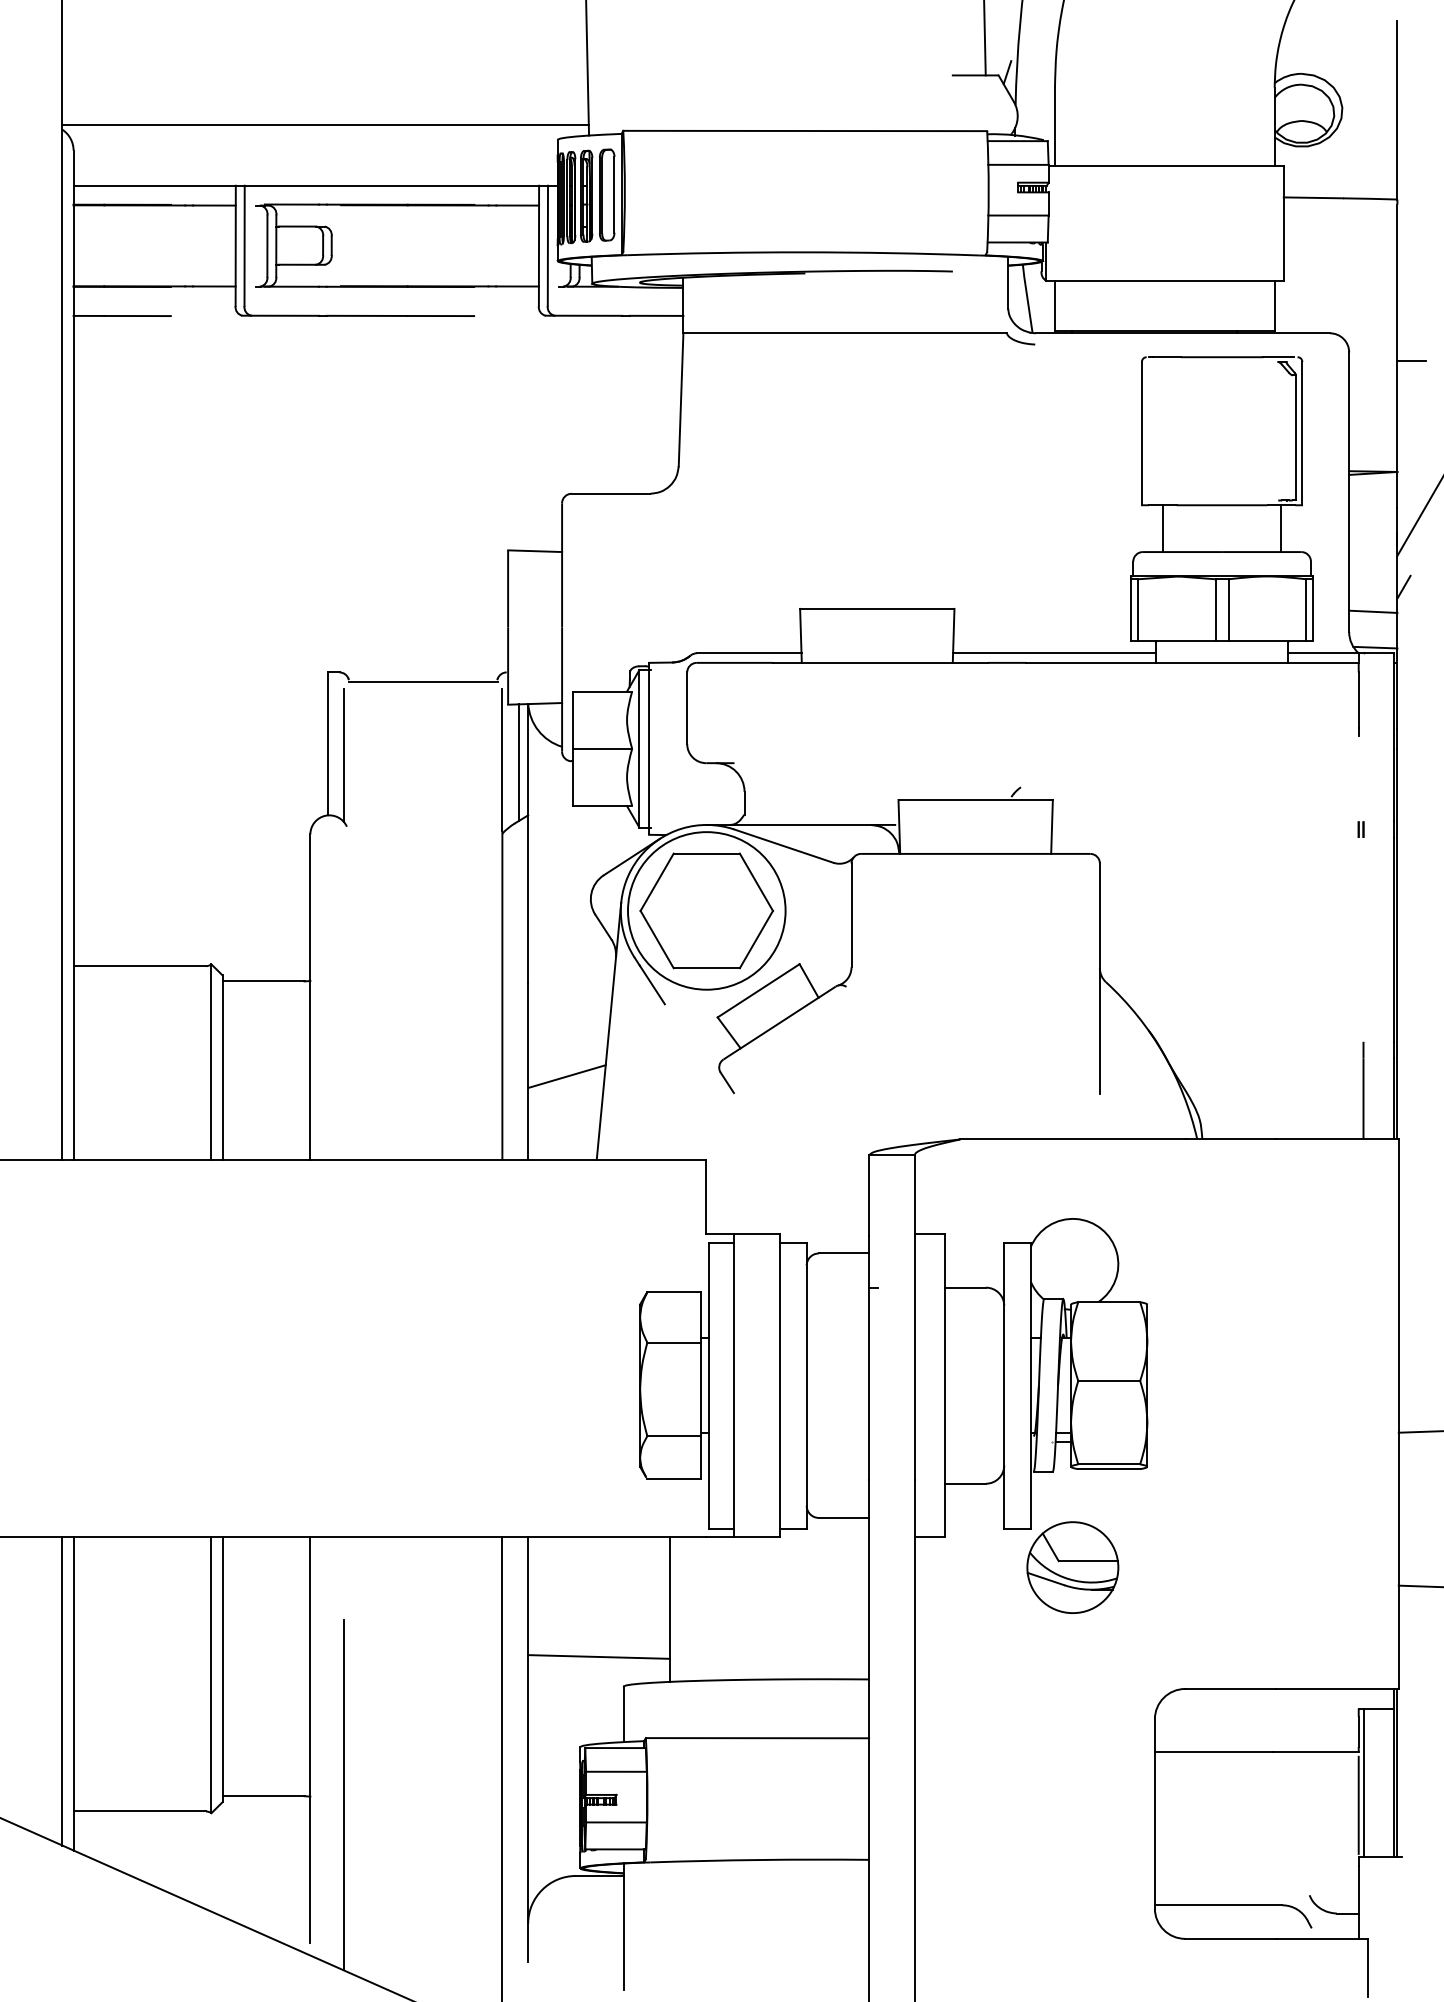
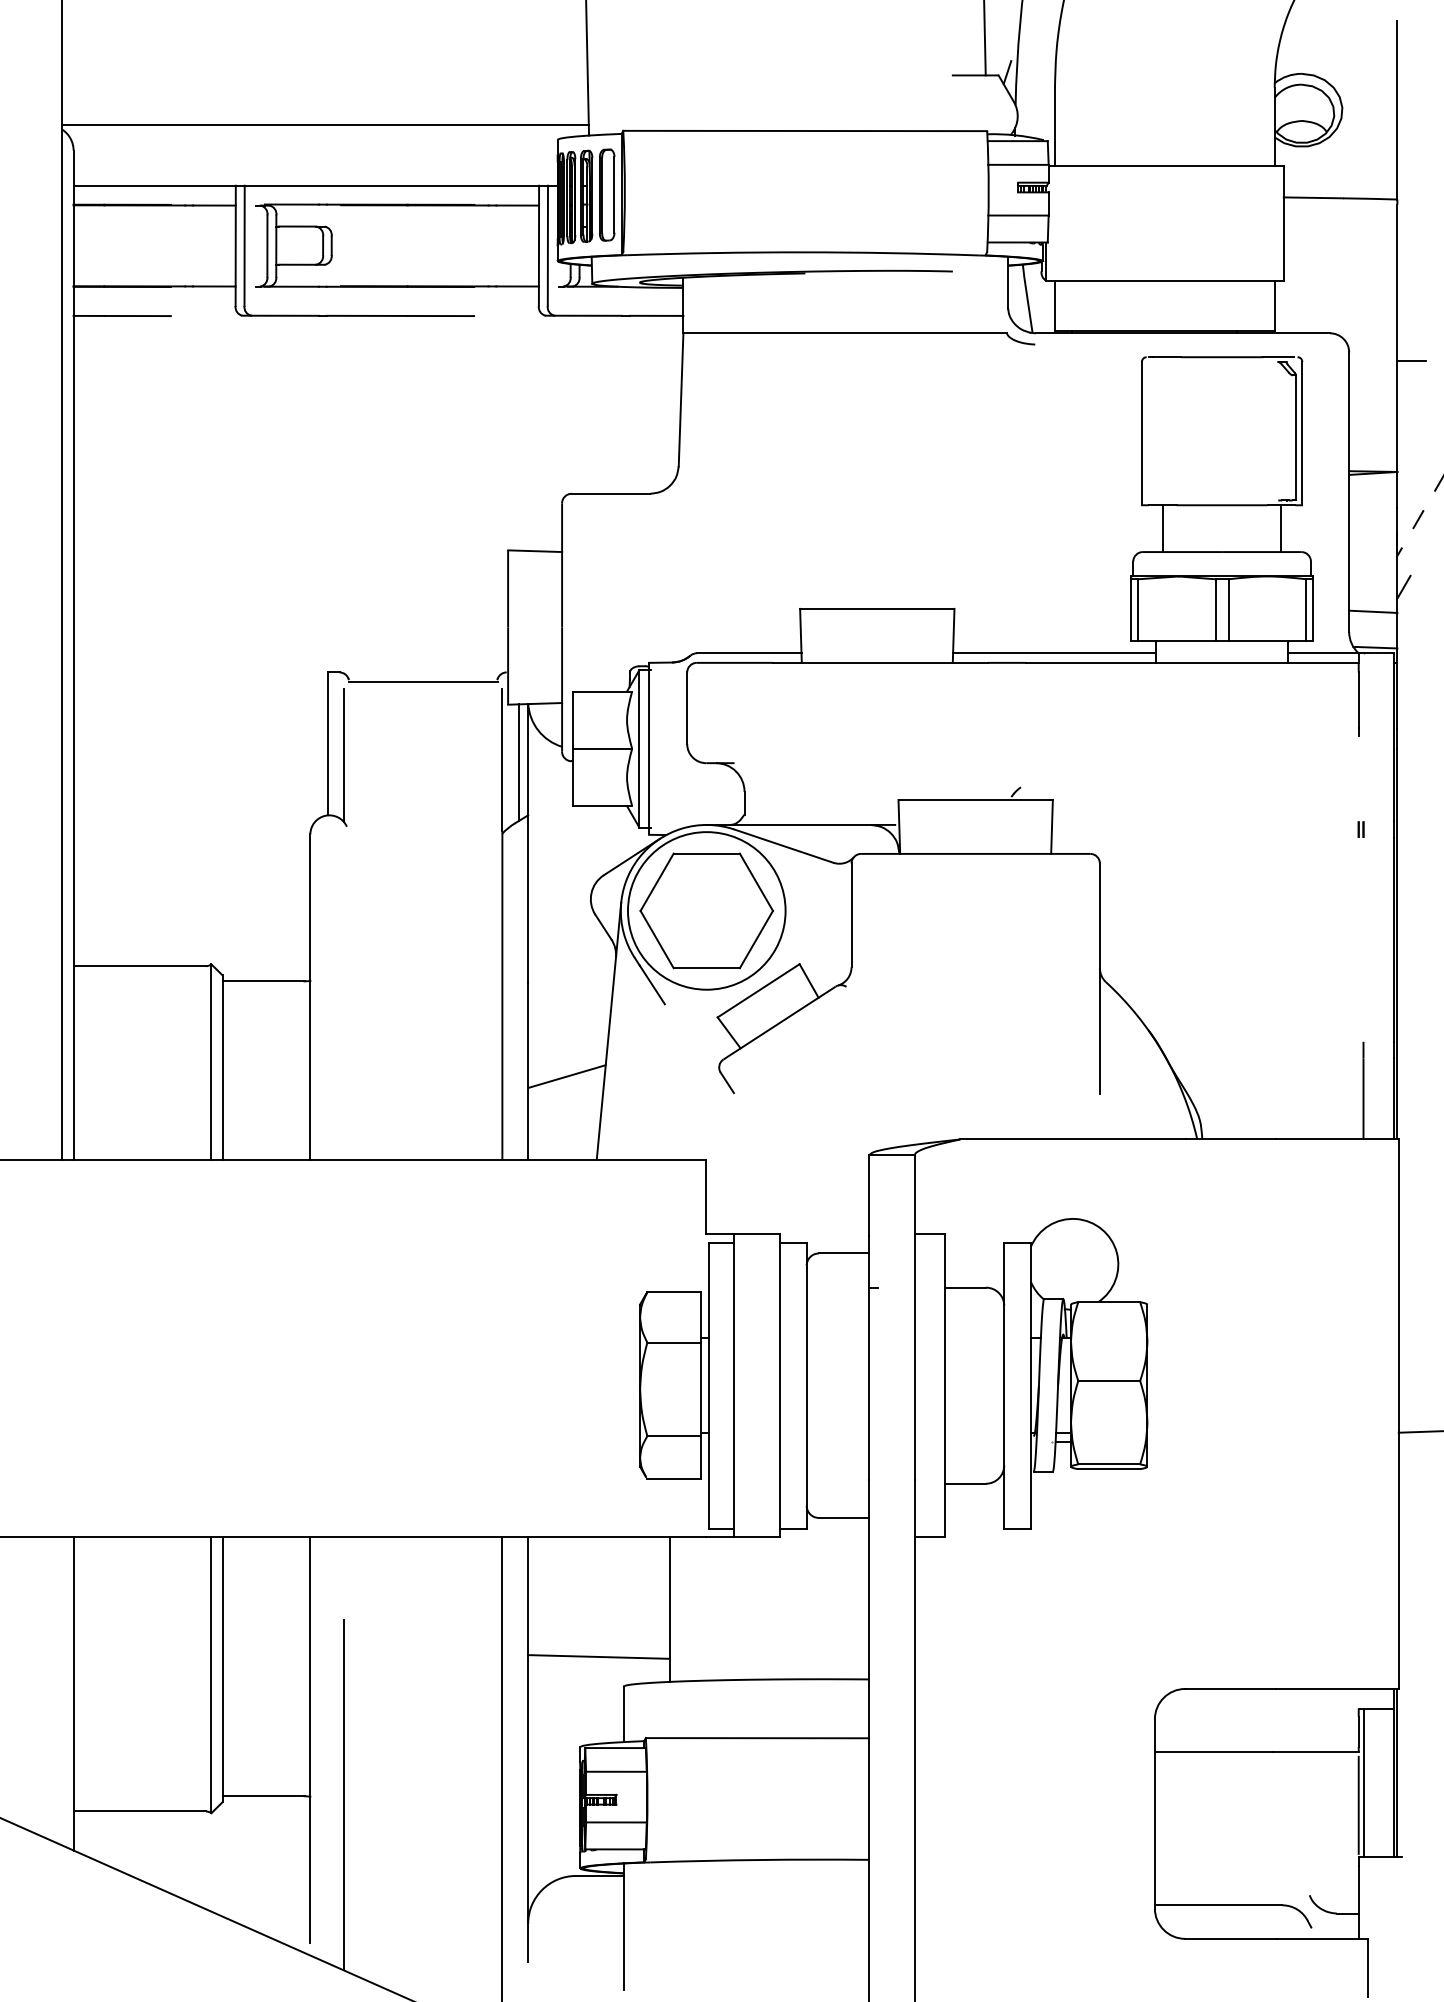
line at (1420, 516): solid -> dashed
part at (1072, 1567): present -> none
line at (1419, 1586): present -> none
line at (62, 1691): present -> none
